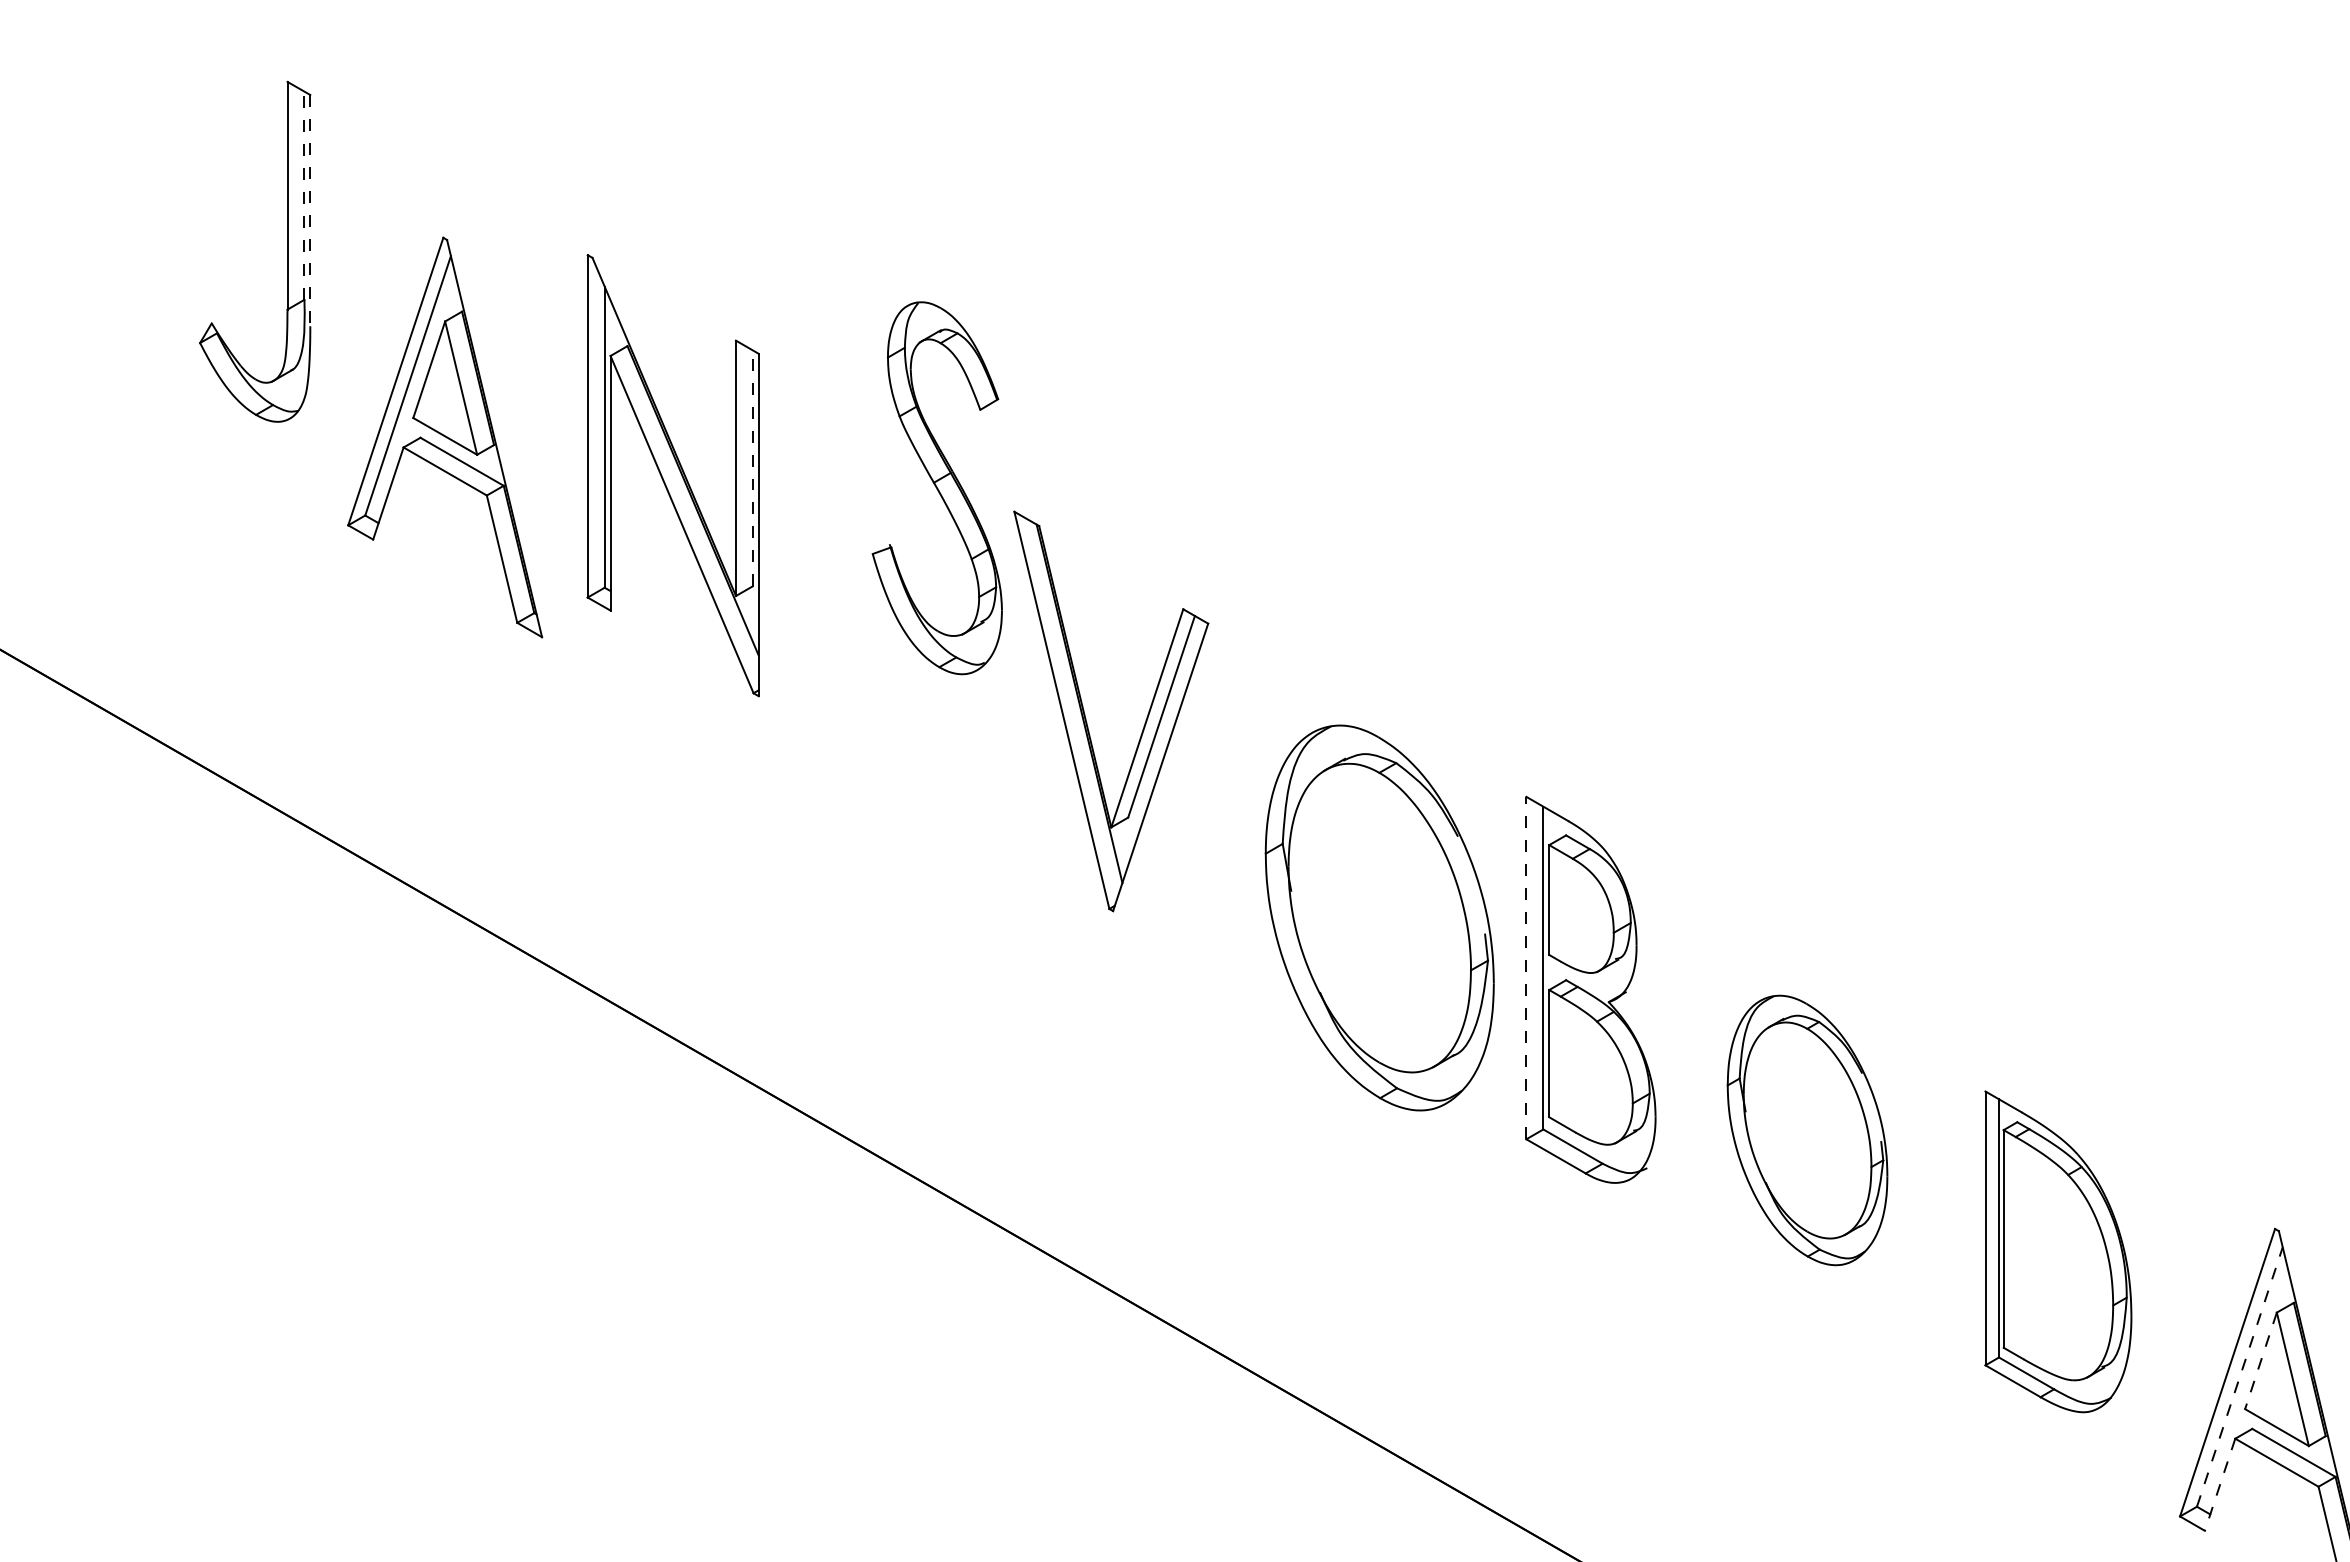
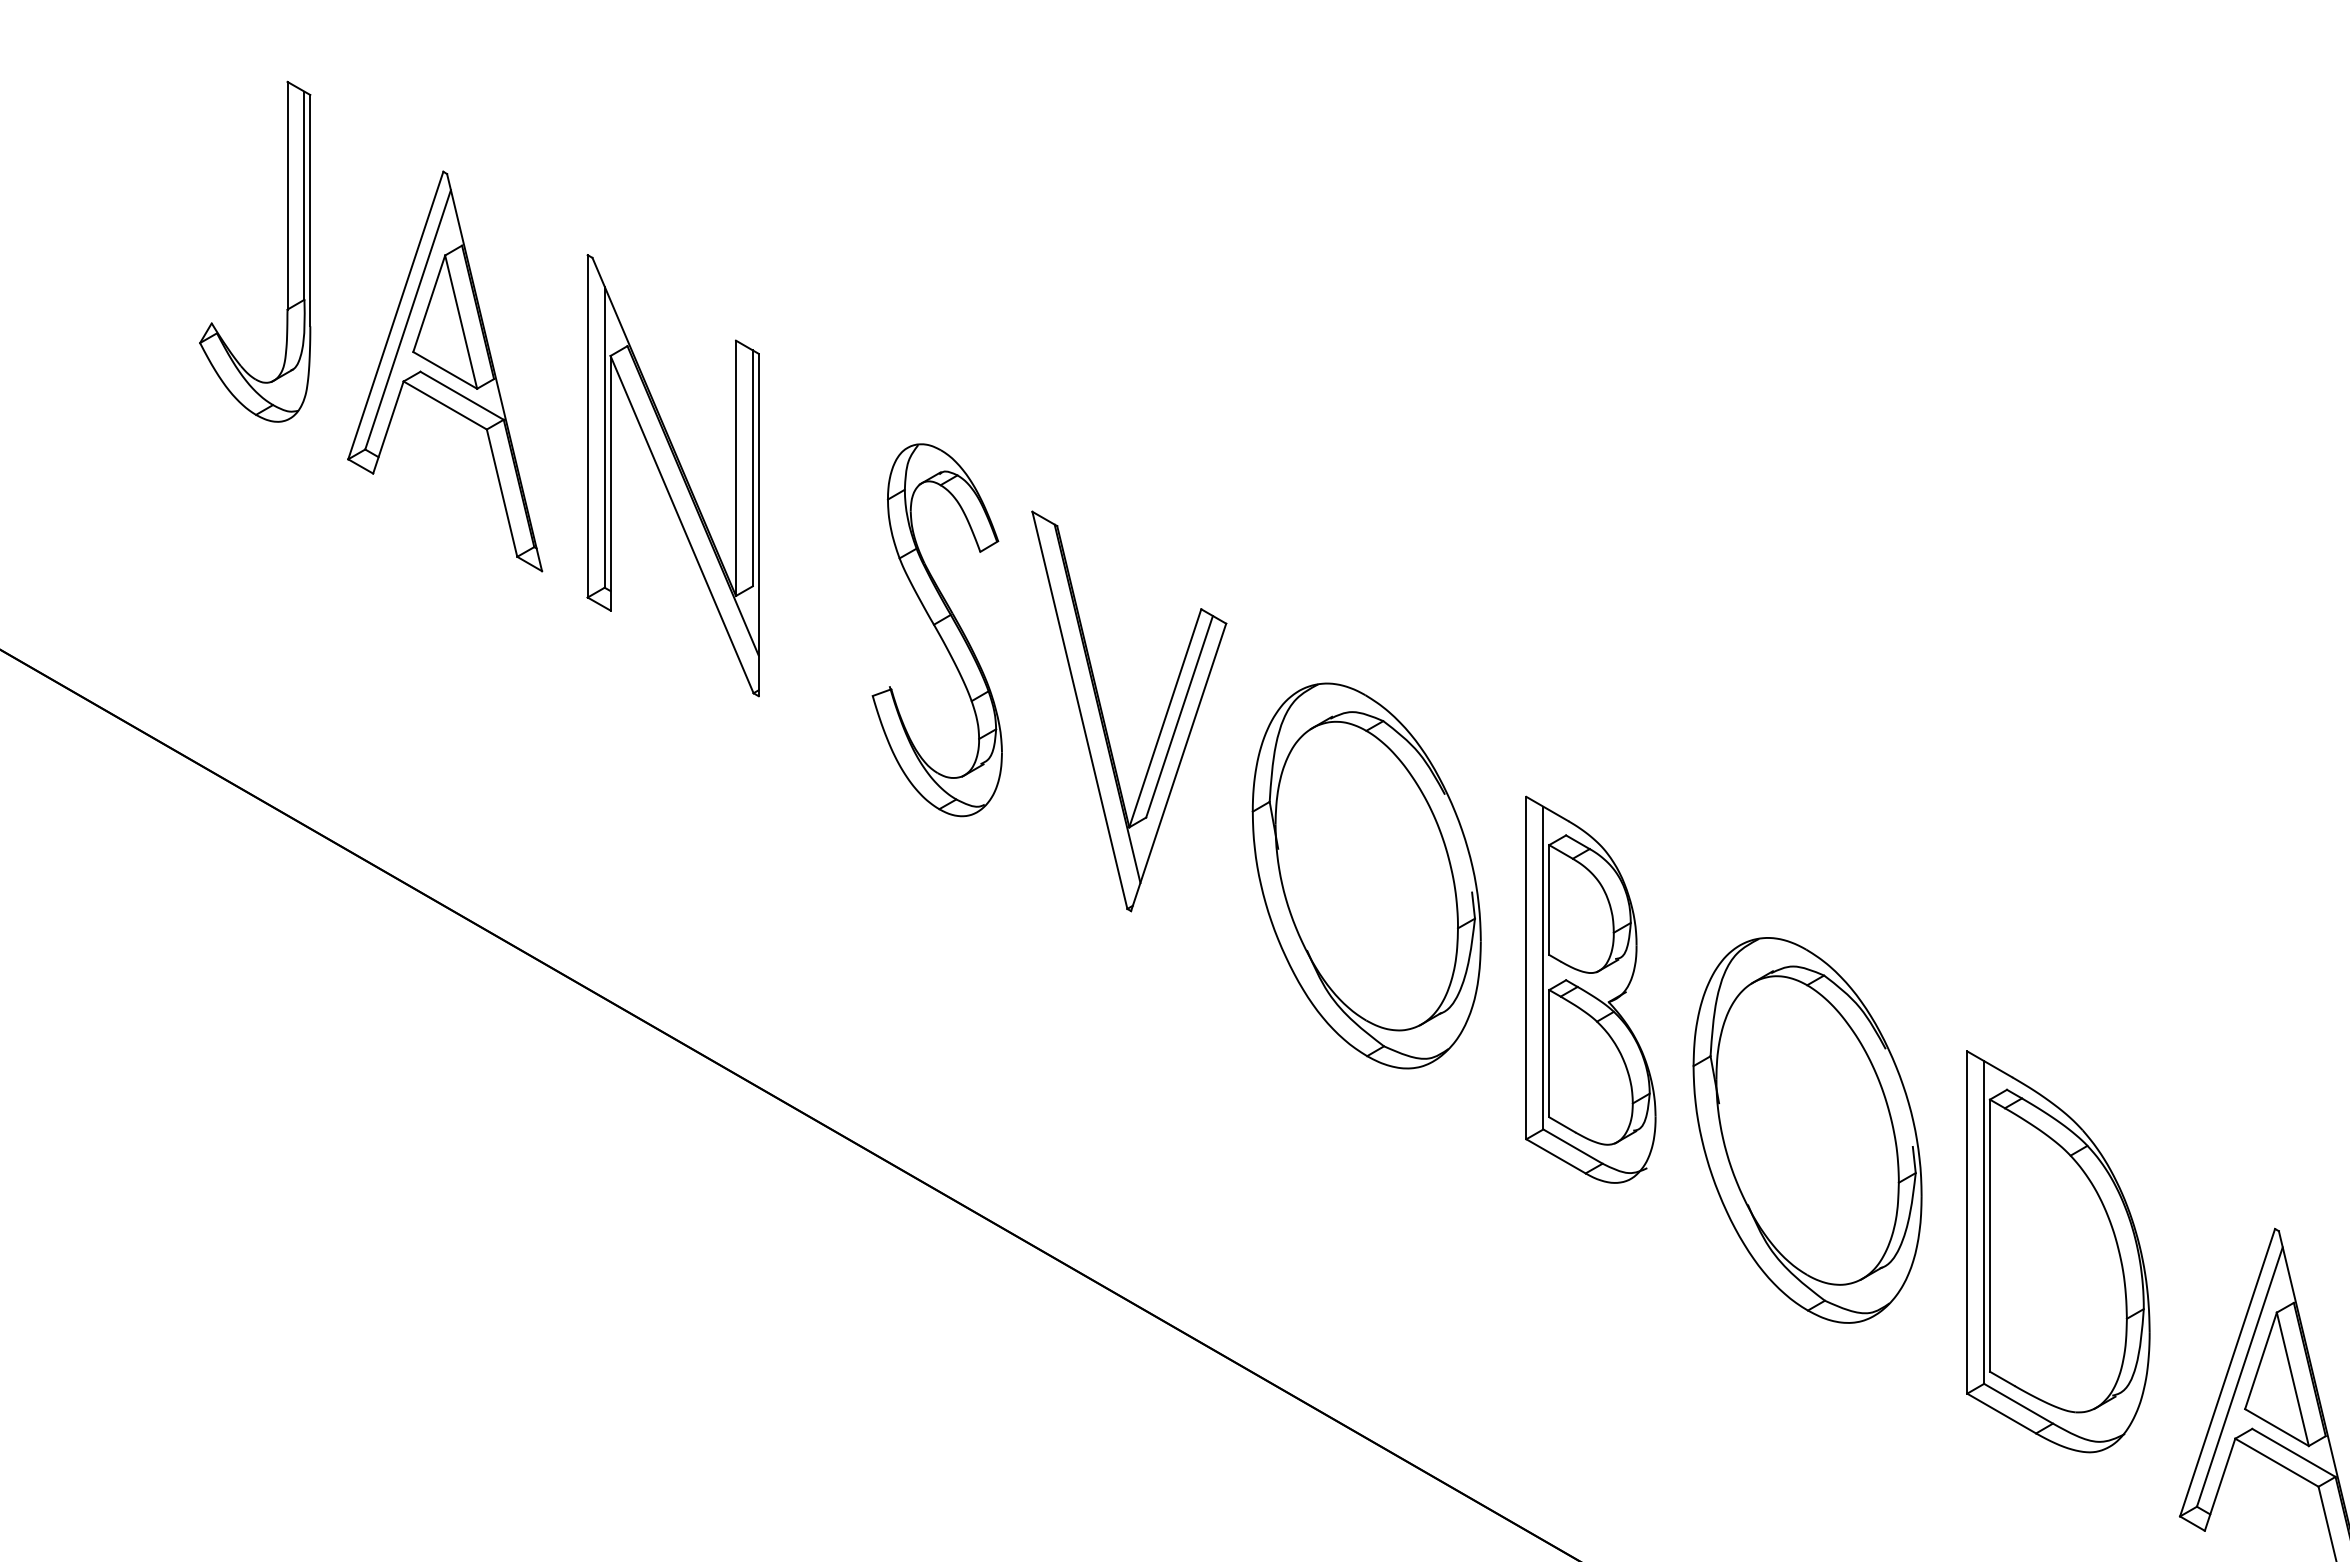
line at (304, 195): dashed -> solid
line at (310, 210): dashed -> solid
part at (445, 437) position: (445, 437) -> (445, 371)
line at (752, 468): dashed -> solid
part at (936, 488) position: (936, 488) -> (936, 630)
part at (1086, 718) position: (1086, 718) -> (1104, 718)
part at (1379, 917) position: (1379, 917) -> (1366, 875)
line at (1526, 967): dashed -> solid
part at (1807, 1130) size: 163x273 px -> 231x387 px
part at (2058, 1251) size: 149x324 px -> 185x404 px
line at (2260, 1360): dashed -> solid
line at (2239, 1377): dashed -> solid
line at (2219, 1485): dashed -> solid
